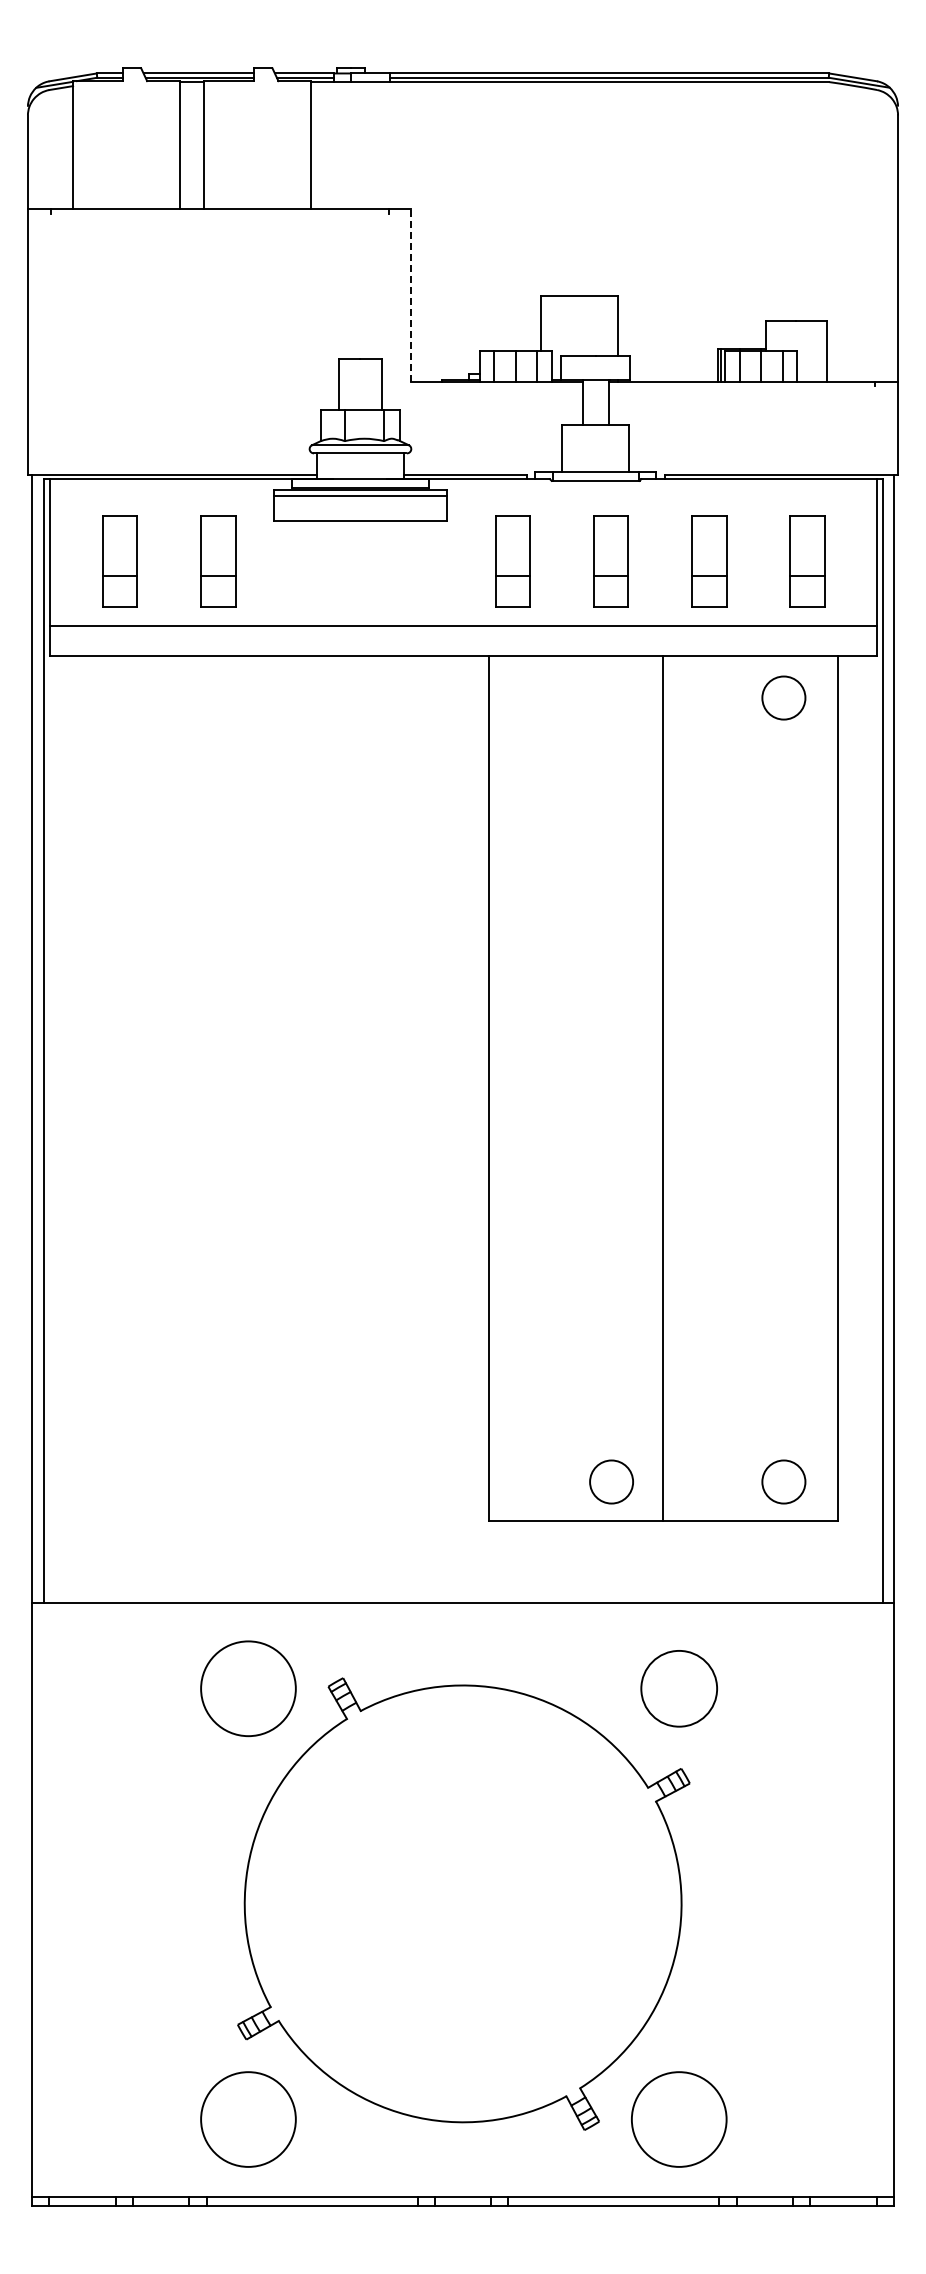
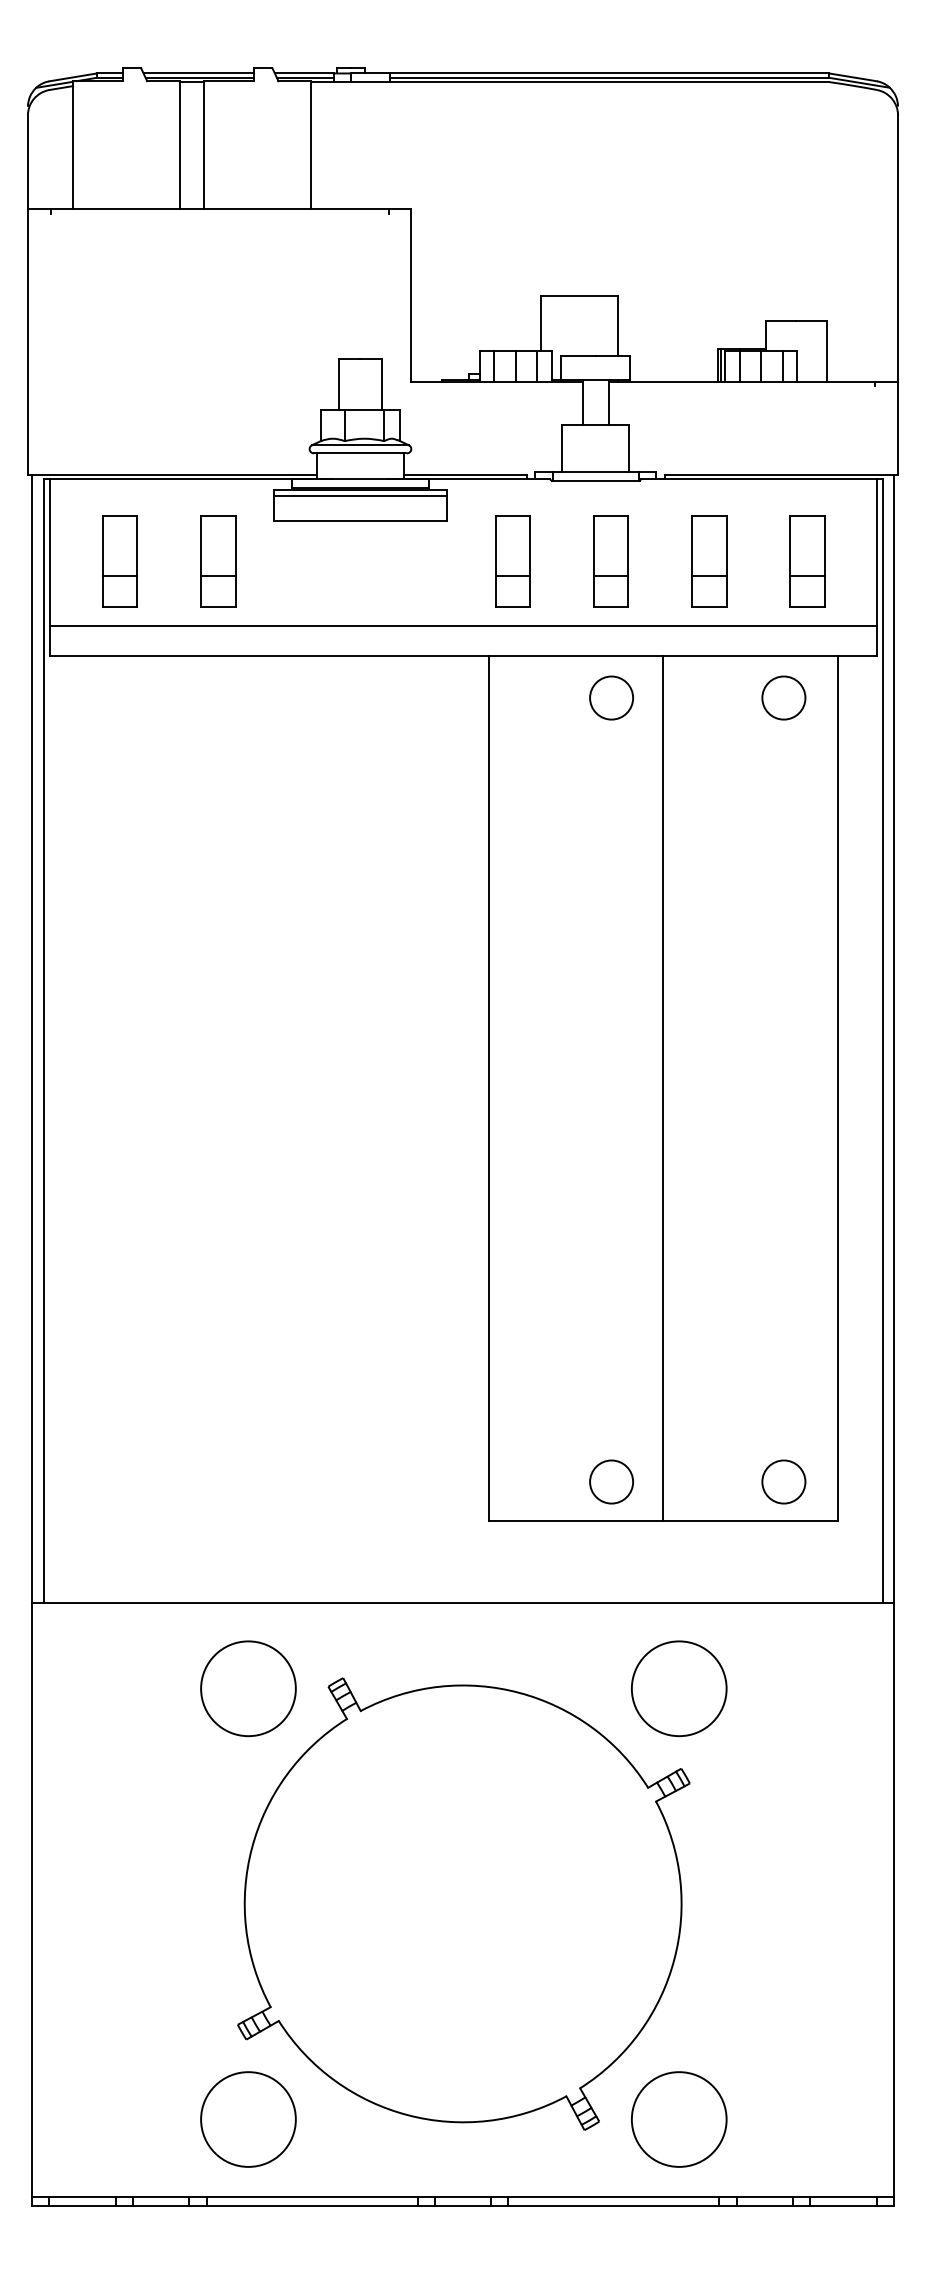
line at (411, 295): dashed -> solid
circle at (611, 697): none -> present
circle at (679, 1688) diameter: 76 px -> 95 px
